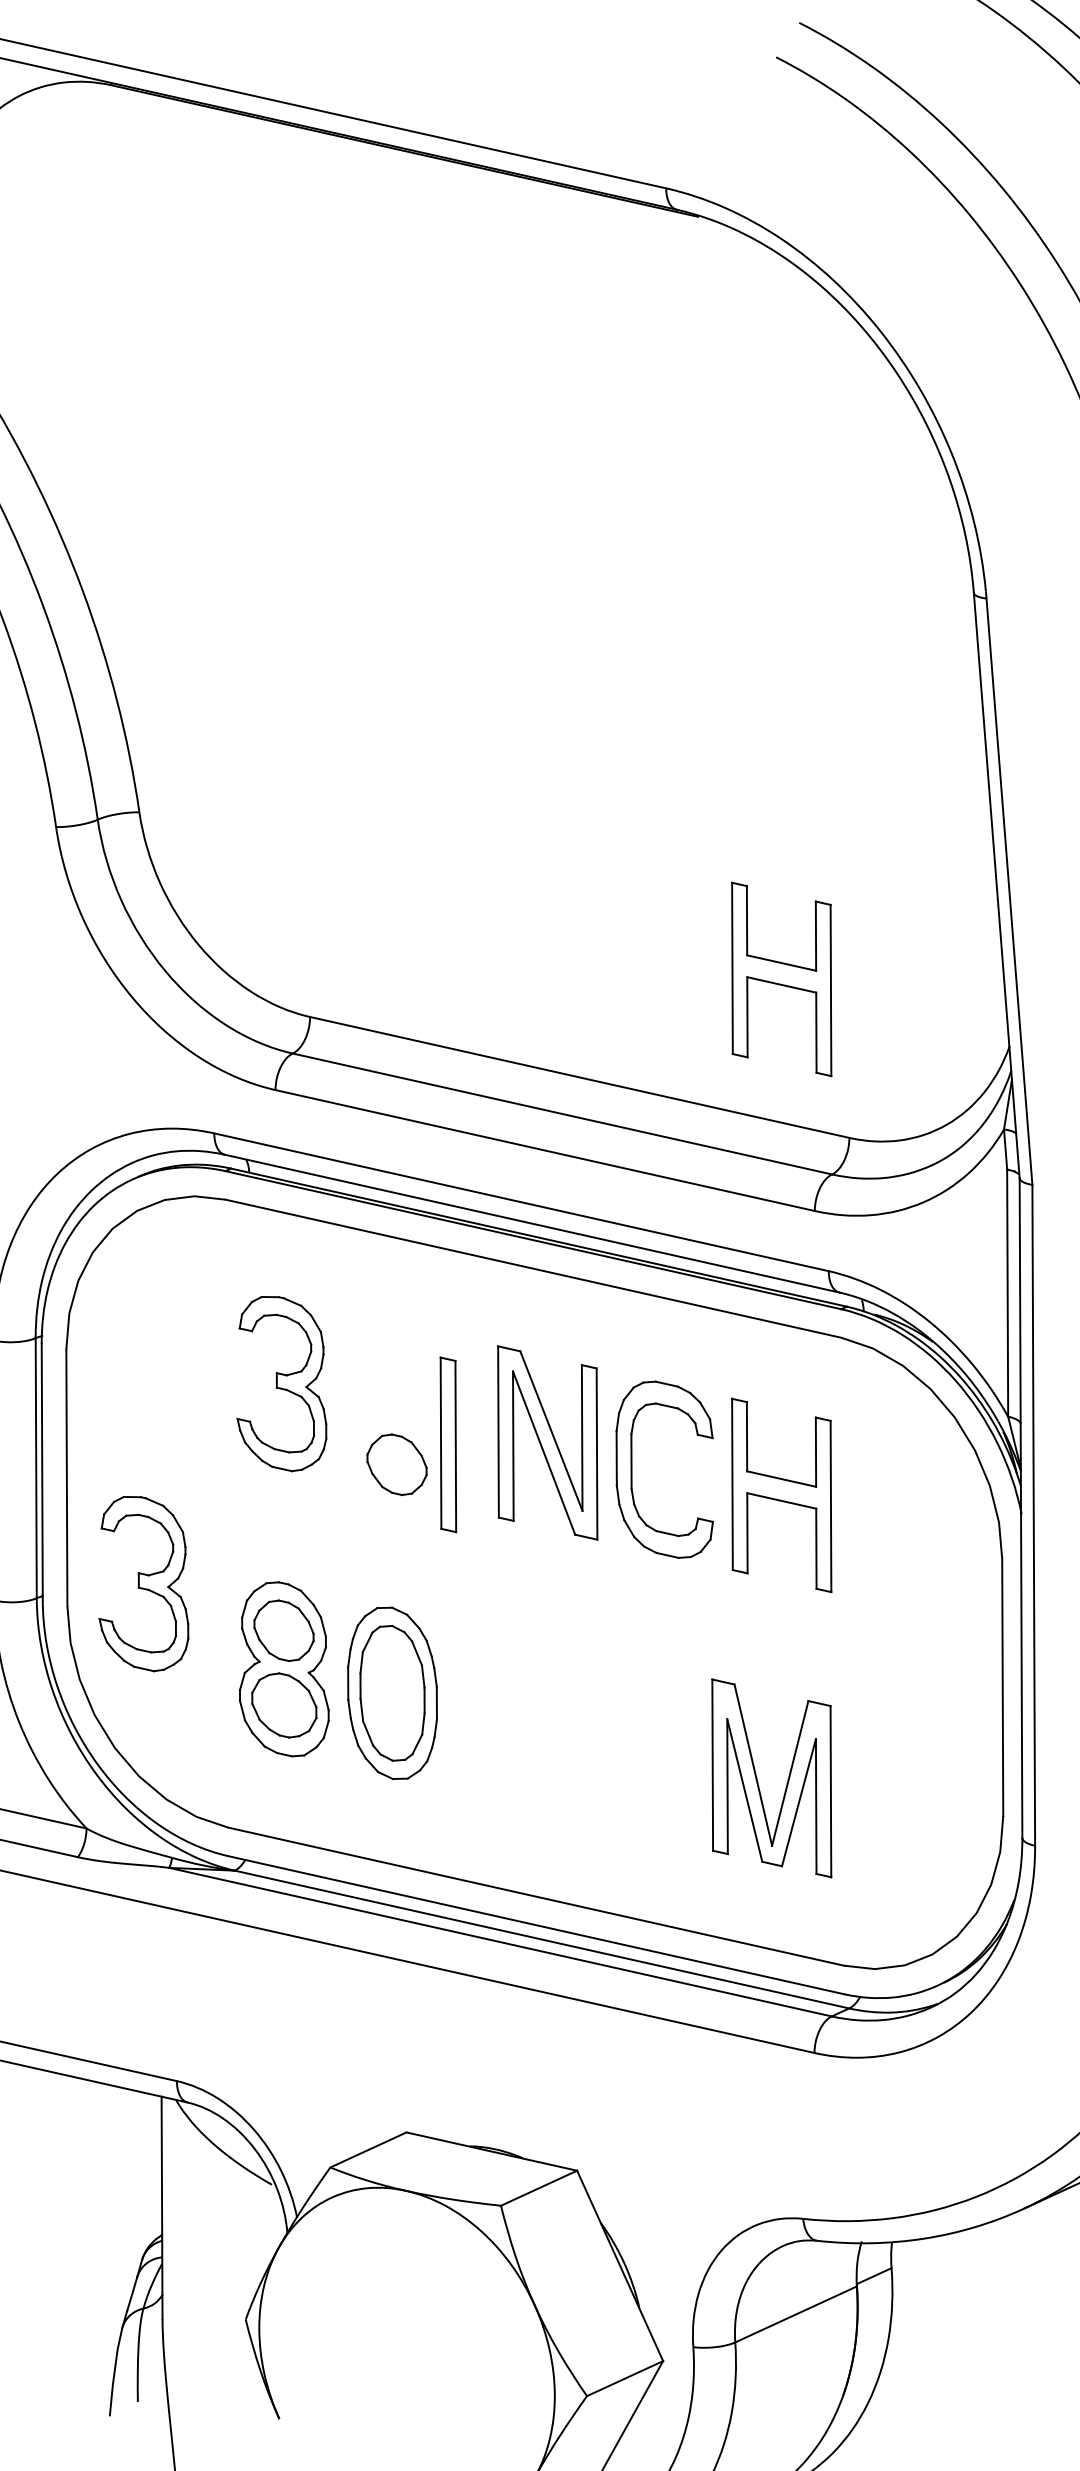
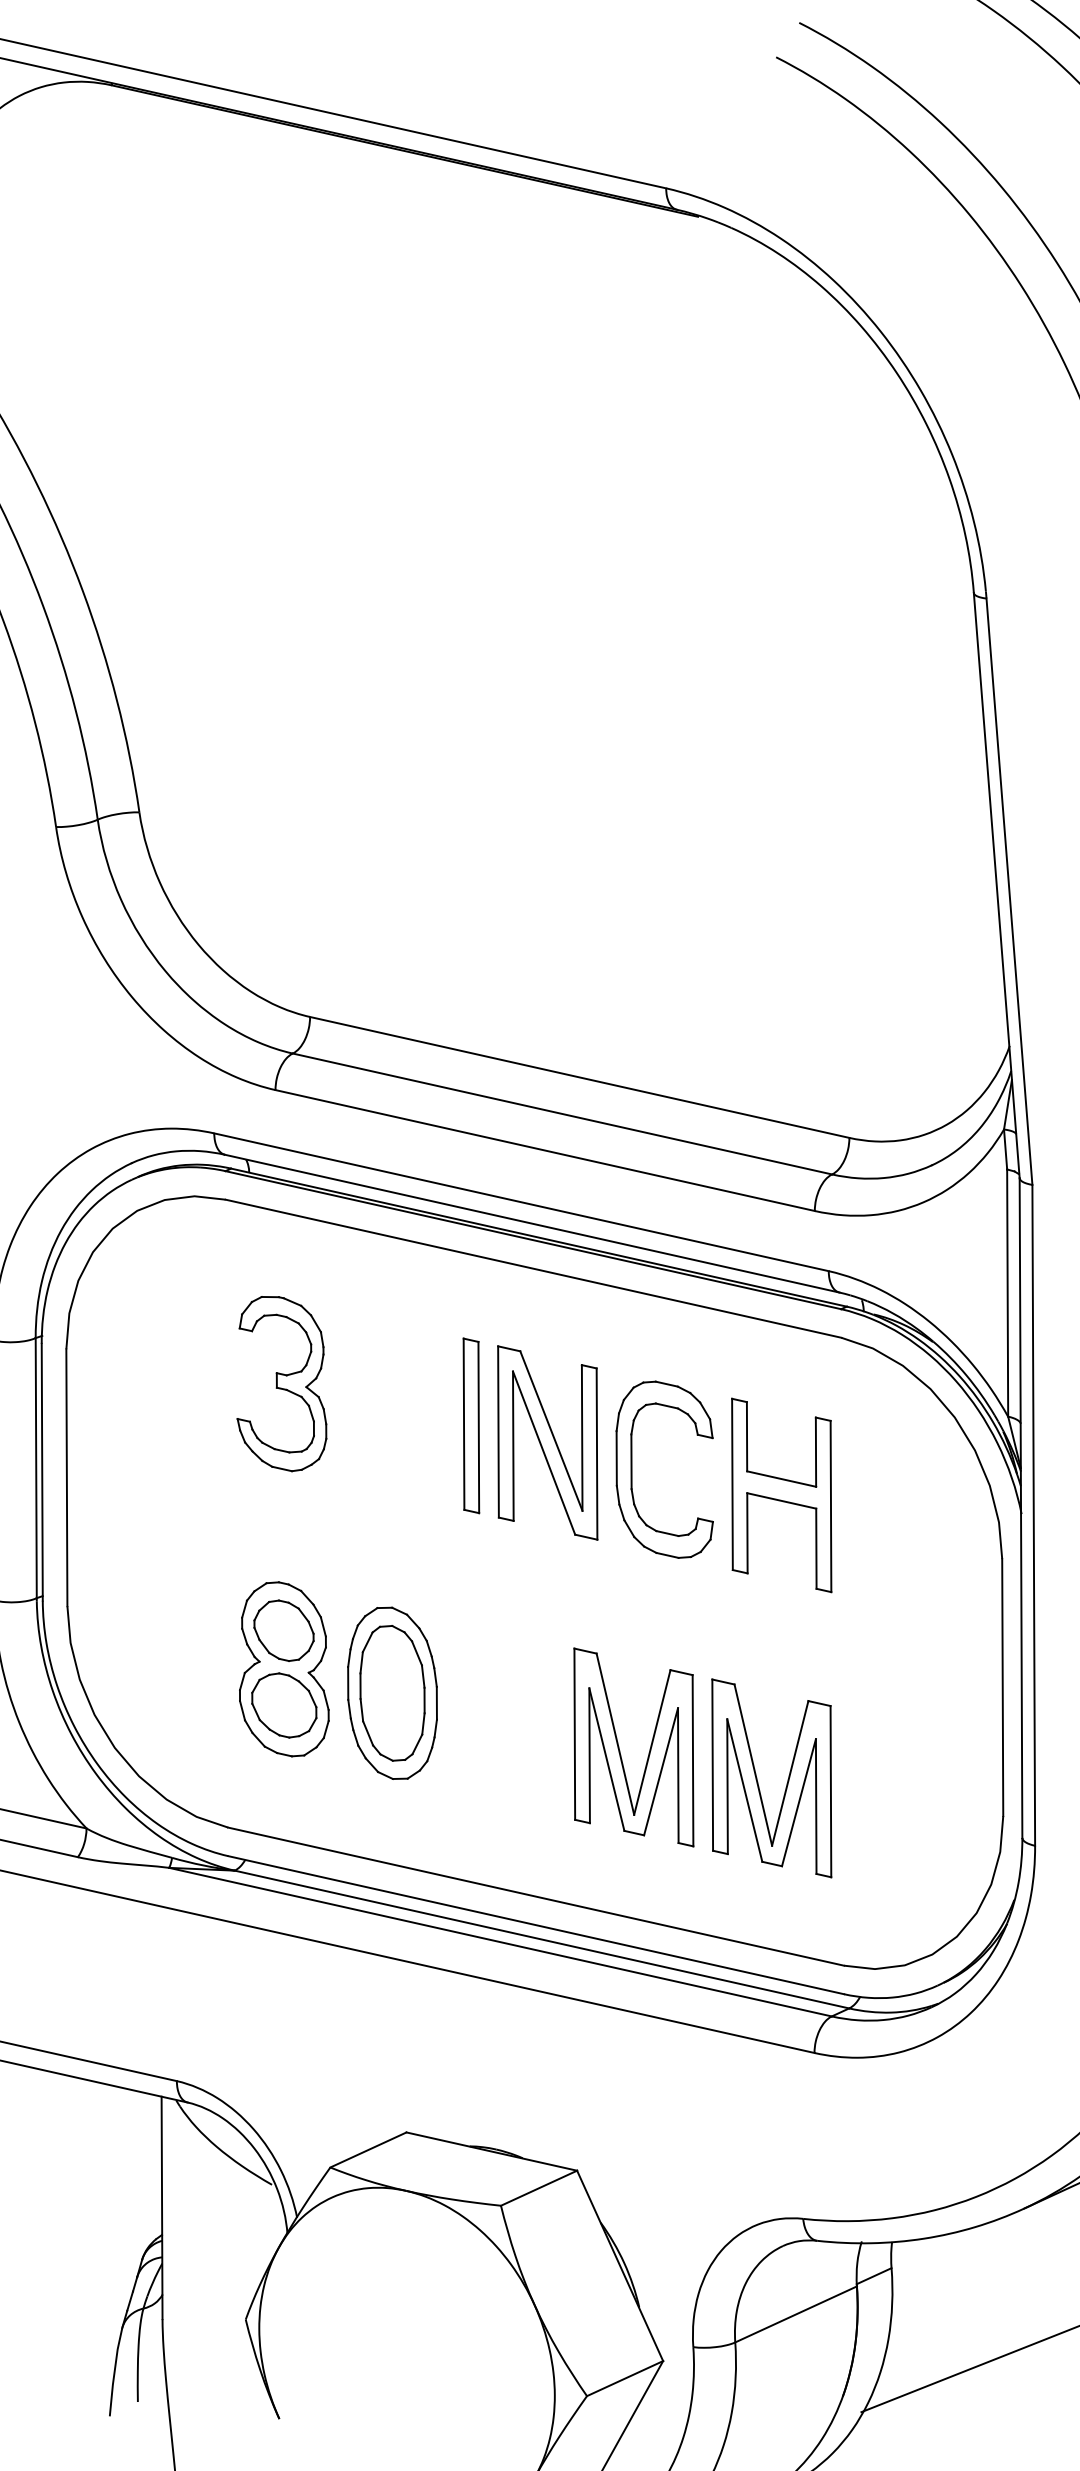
part at (781, 979): present -> none
part at (448, 1444) position: (448, 1444) -> (471, 1425)
part at (396, 1464): present -> none
part at (143, 1584): present -> none
part at (620, 1750): none -> present
line at (968, 2369): none -> present
